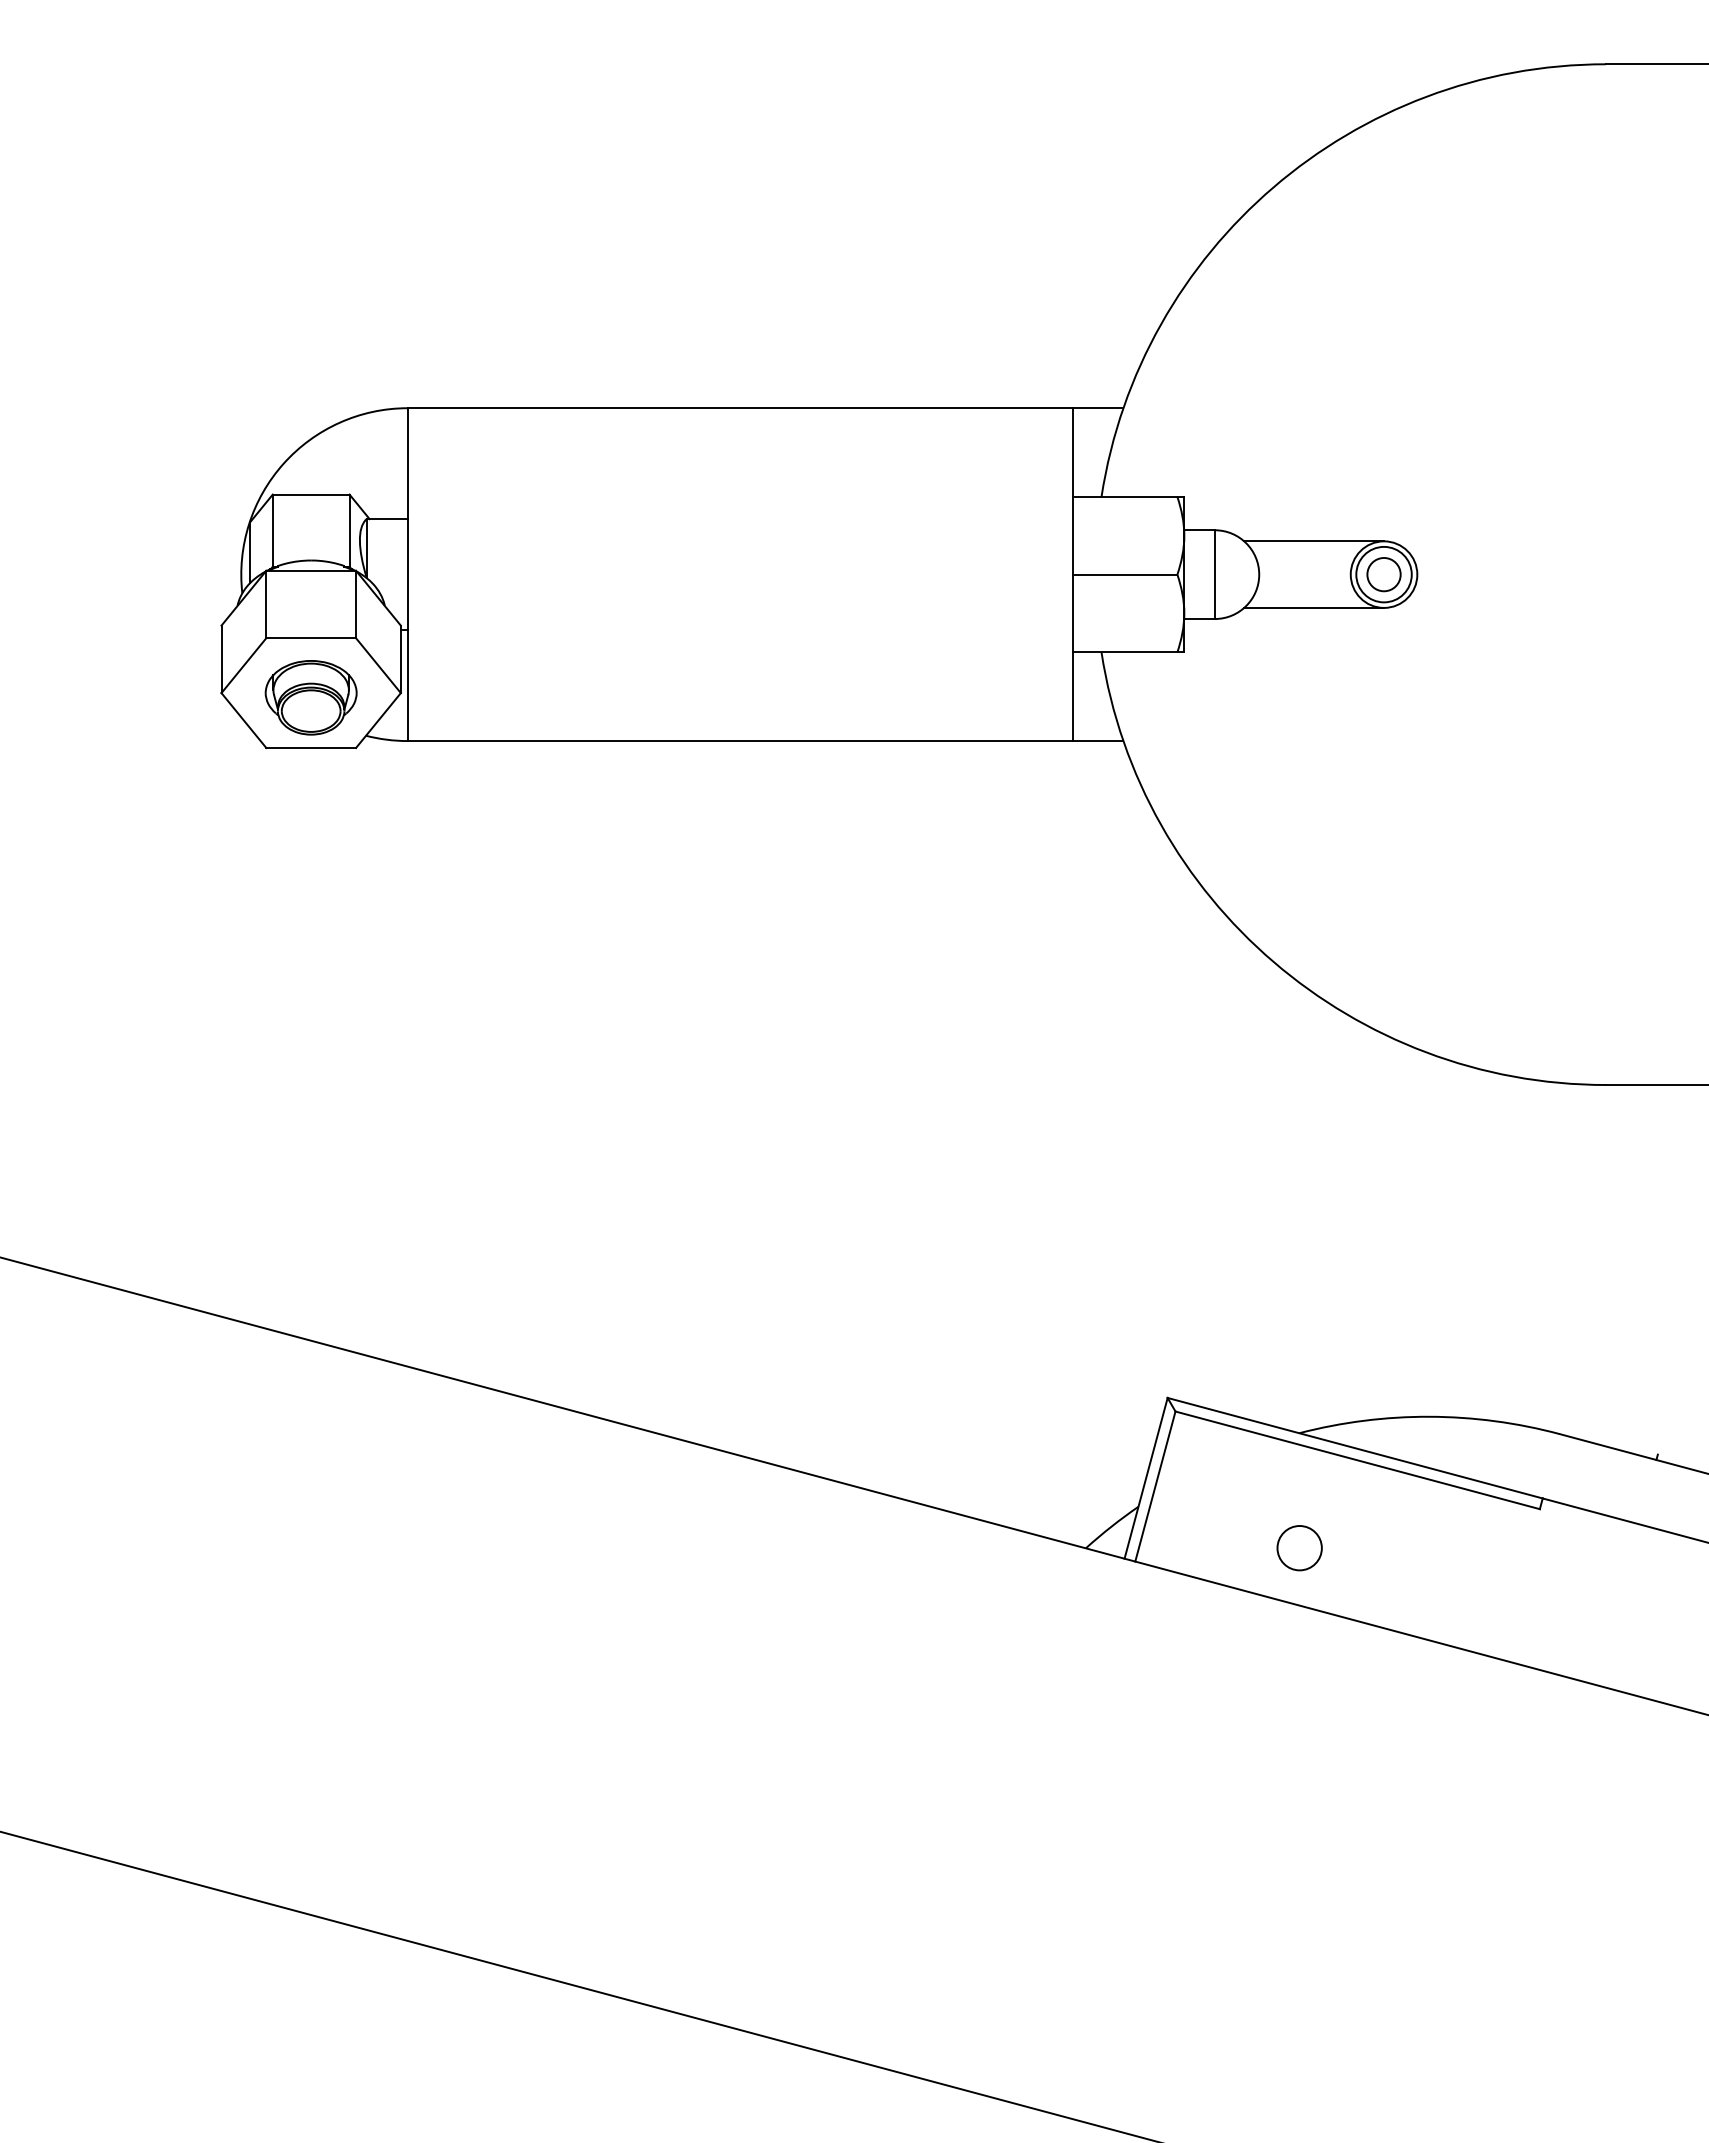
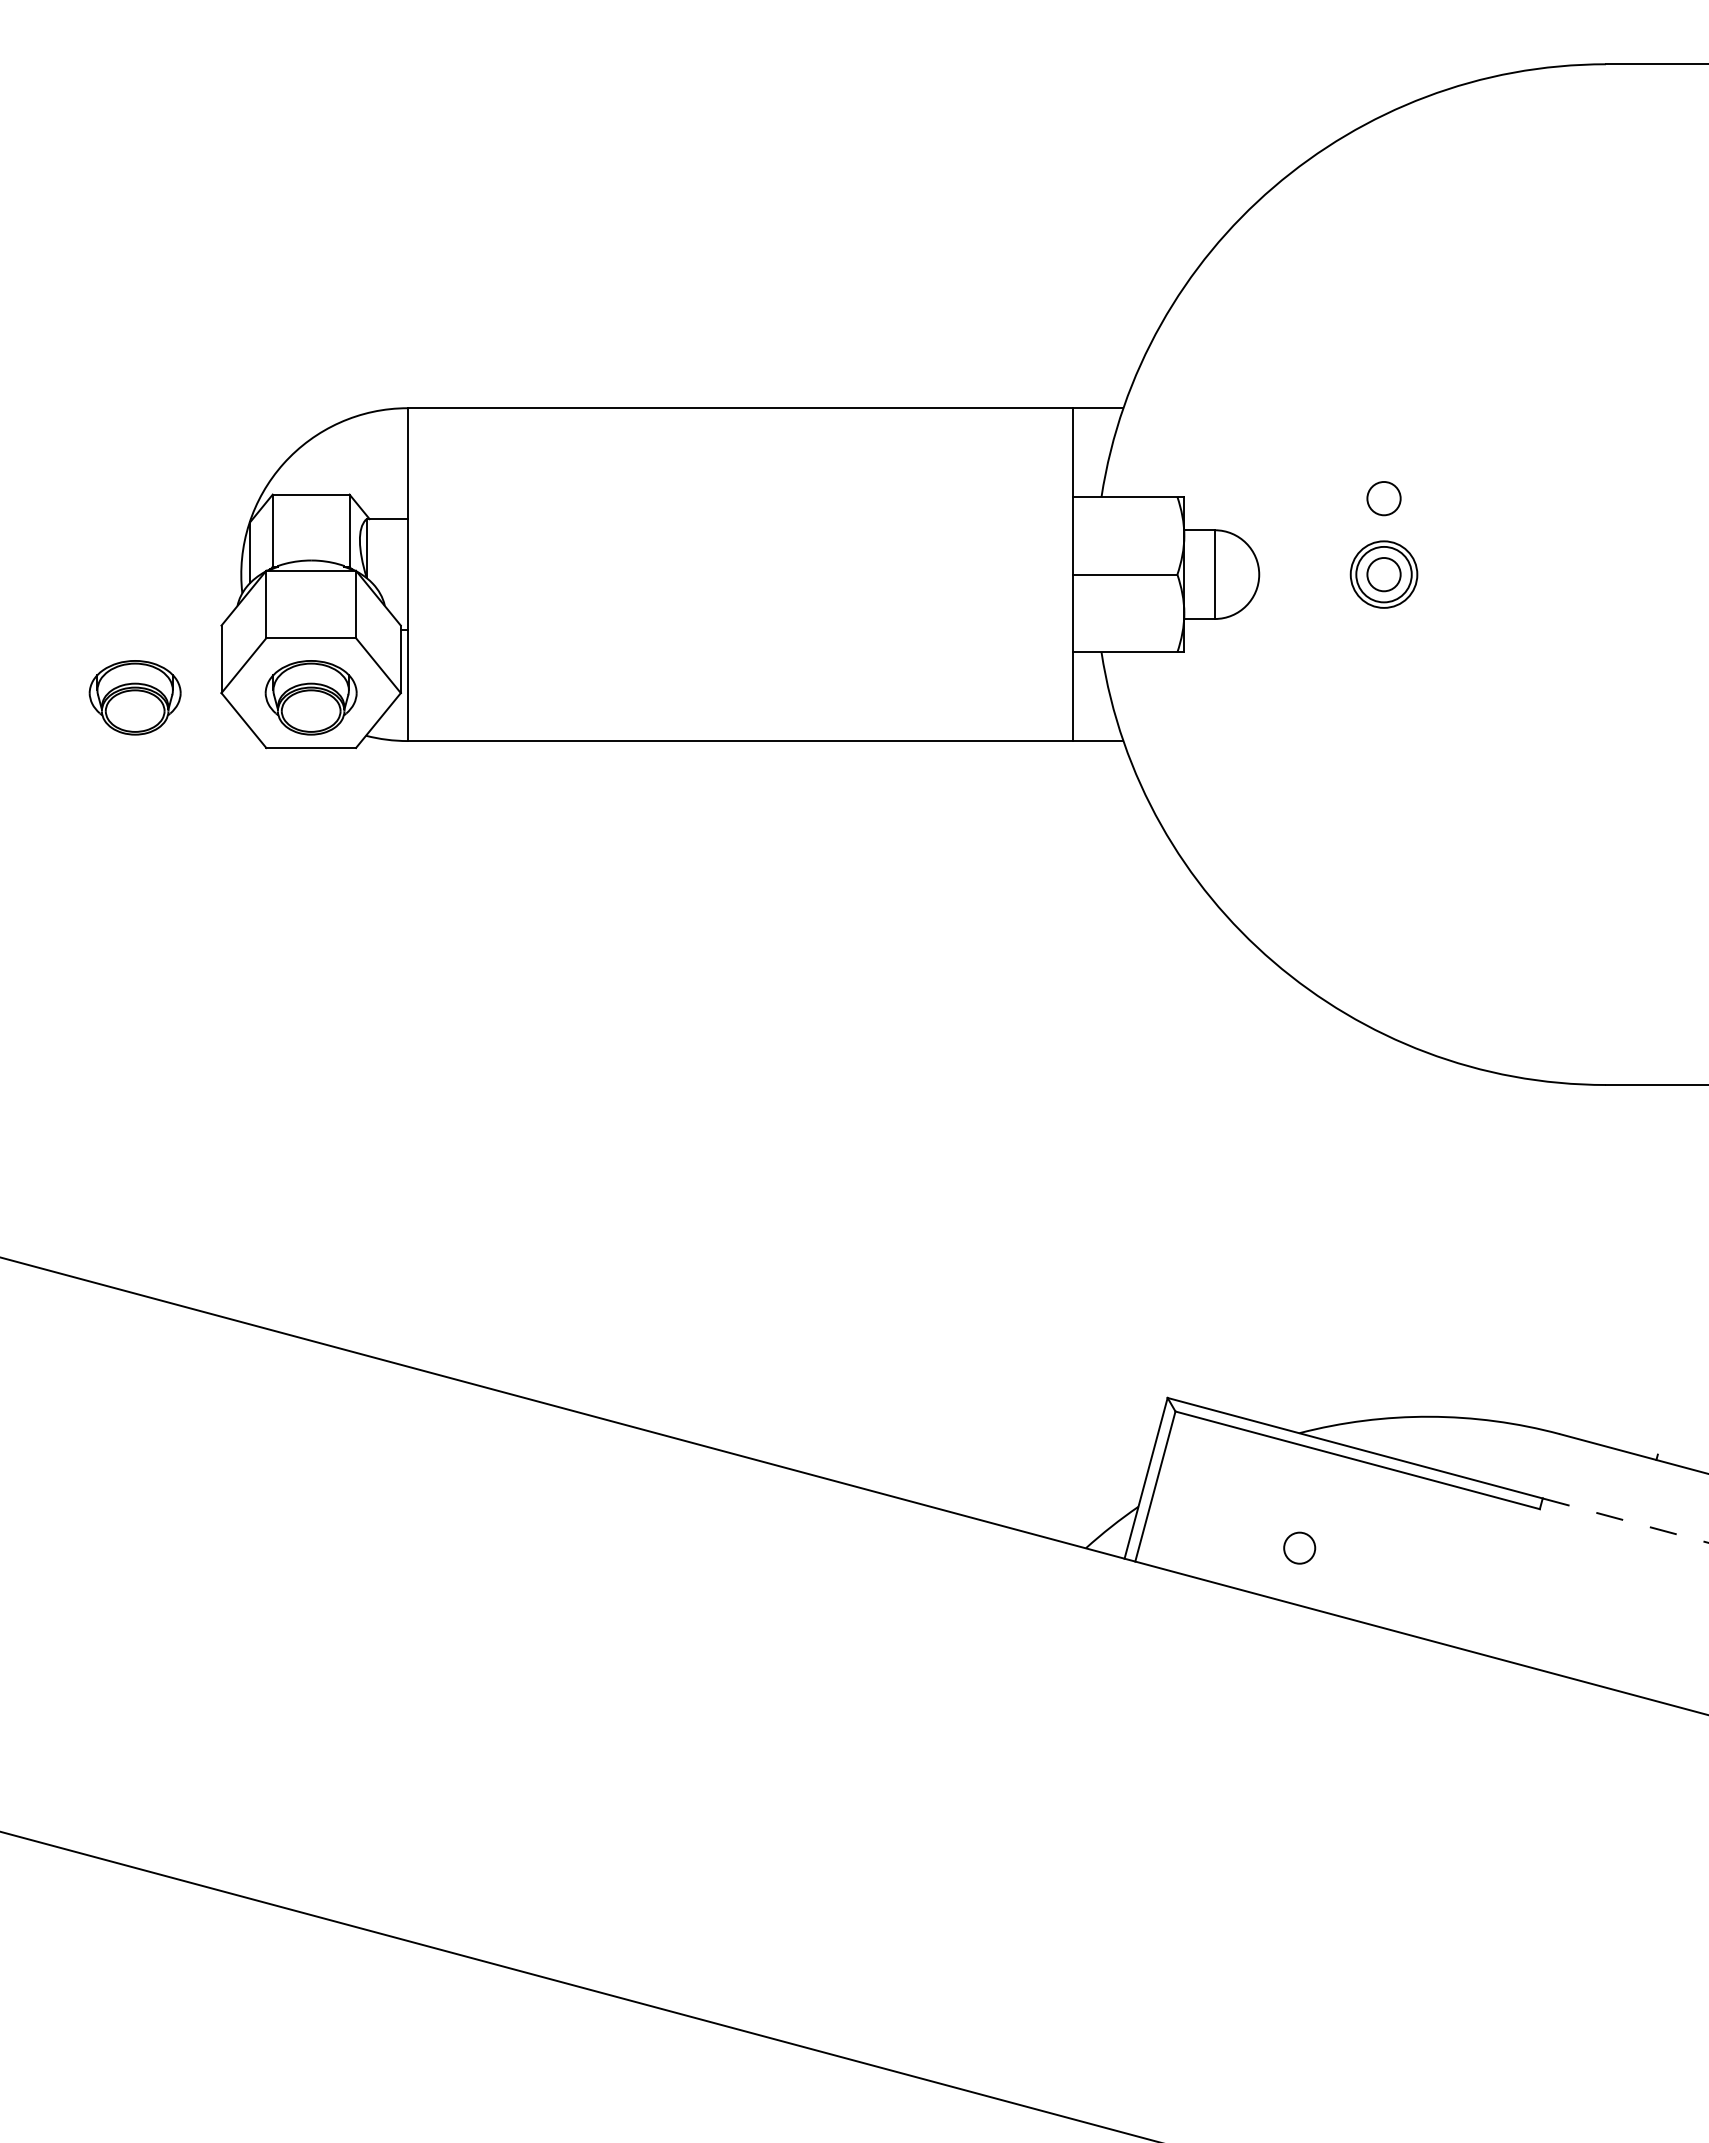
circle at (1383, 498): none -> present
line at (1314, 541): present -> none
line at (1314, 607): present -> none
part at (134, 697): none -> present
line at (1625, 1520): solid -> dashed
circle at (1299, 1548) diameter: 44 px -> 31 px
